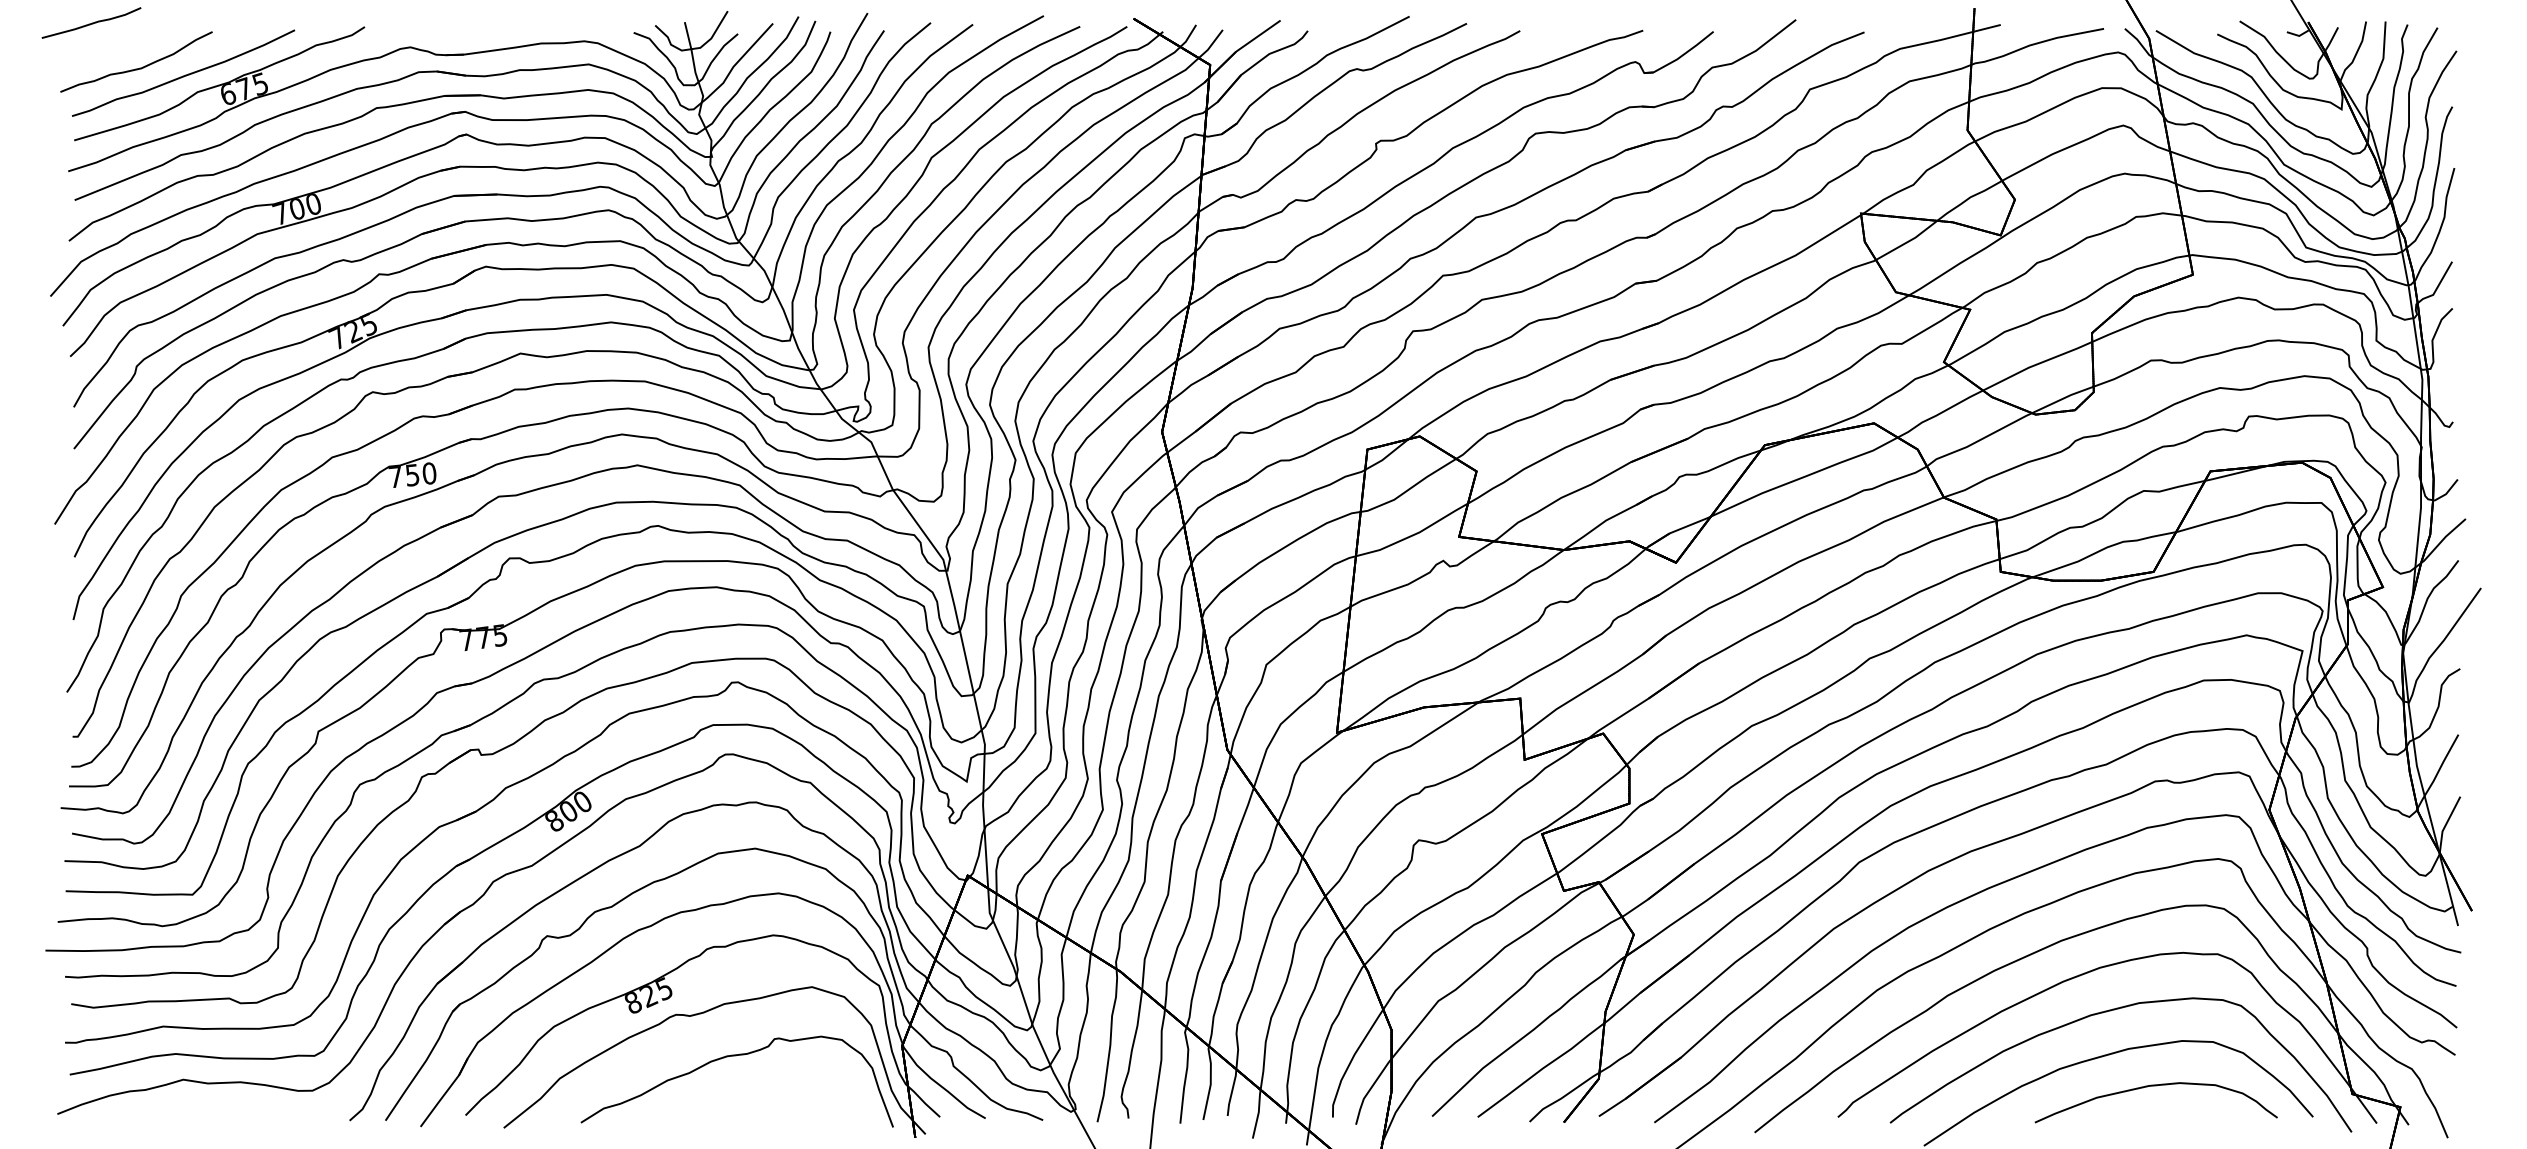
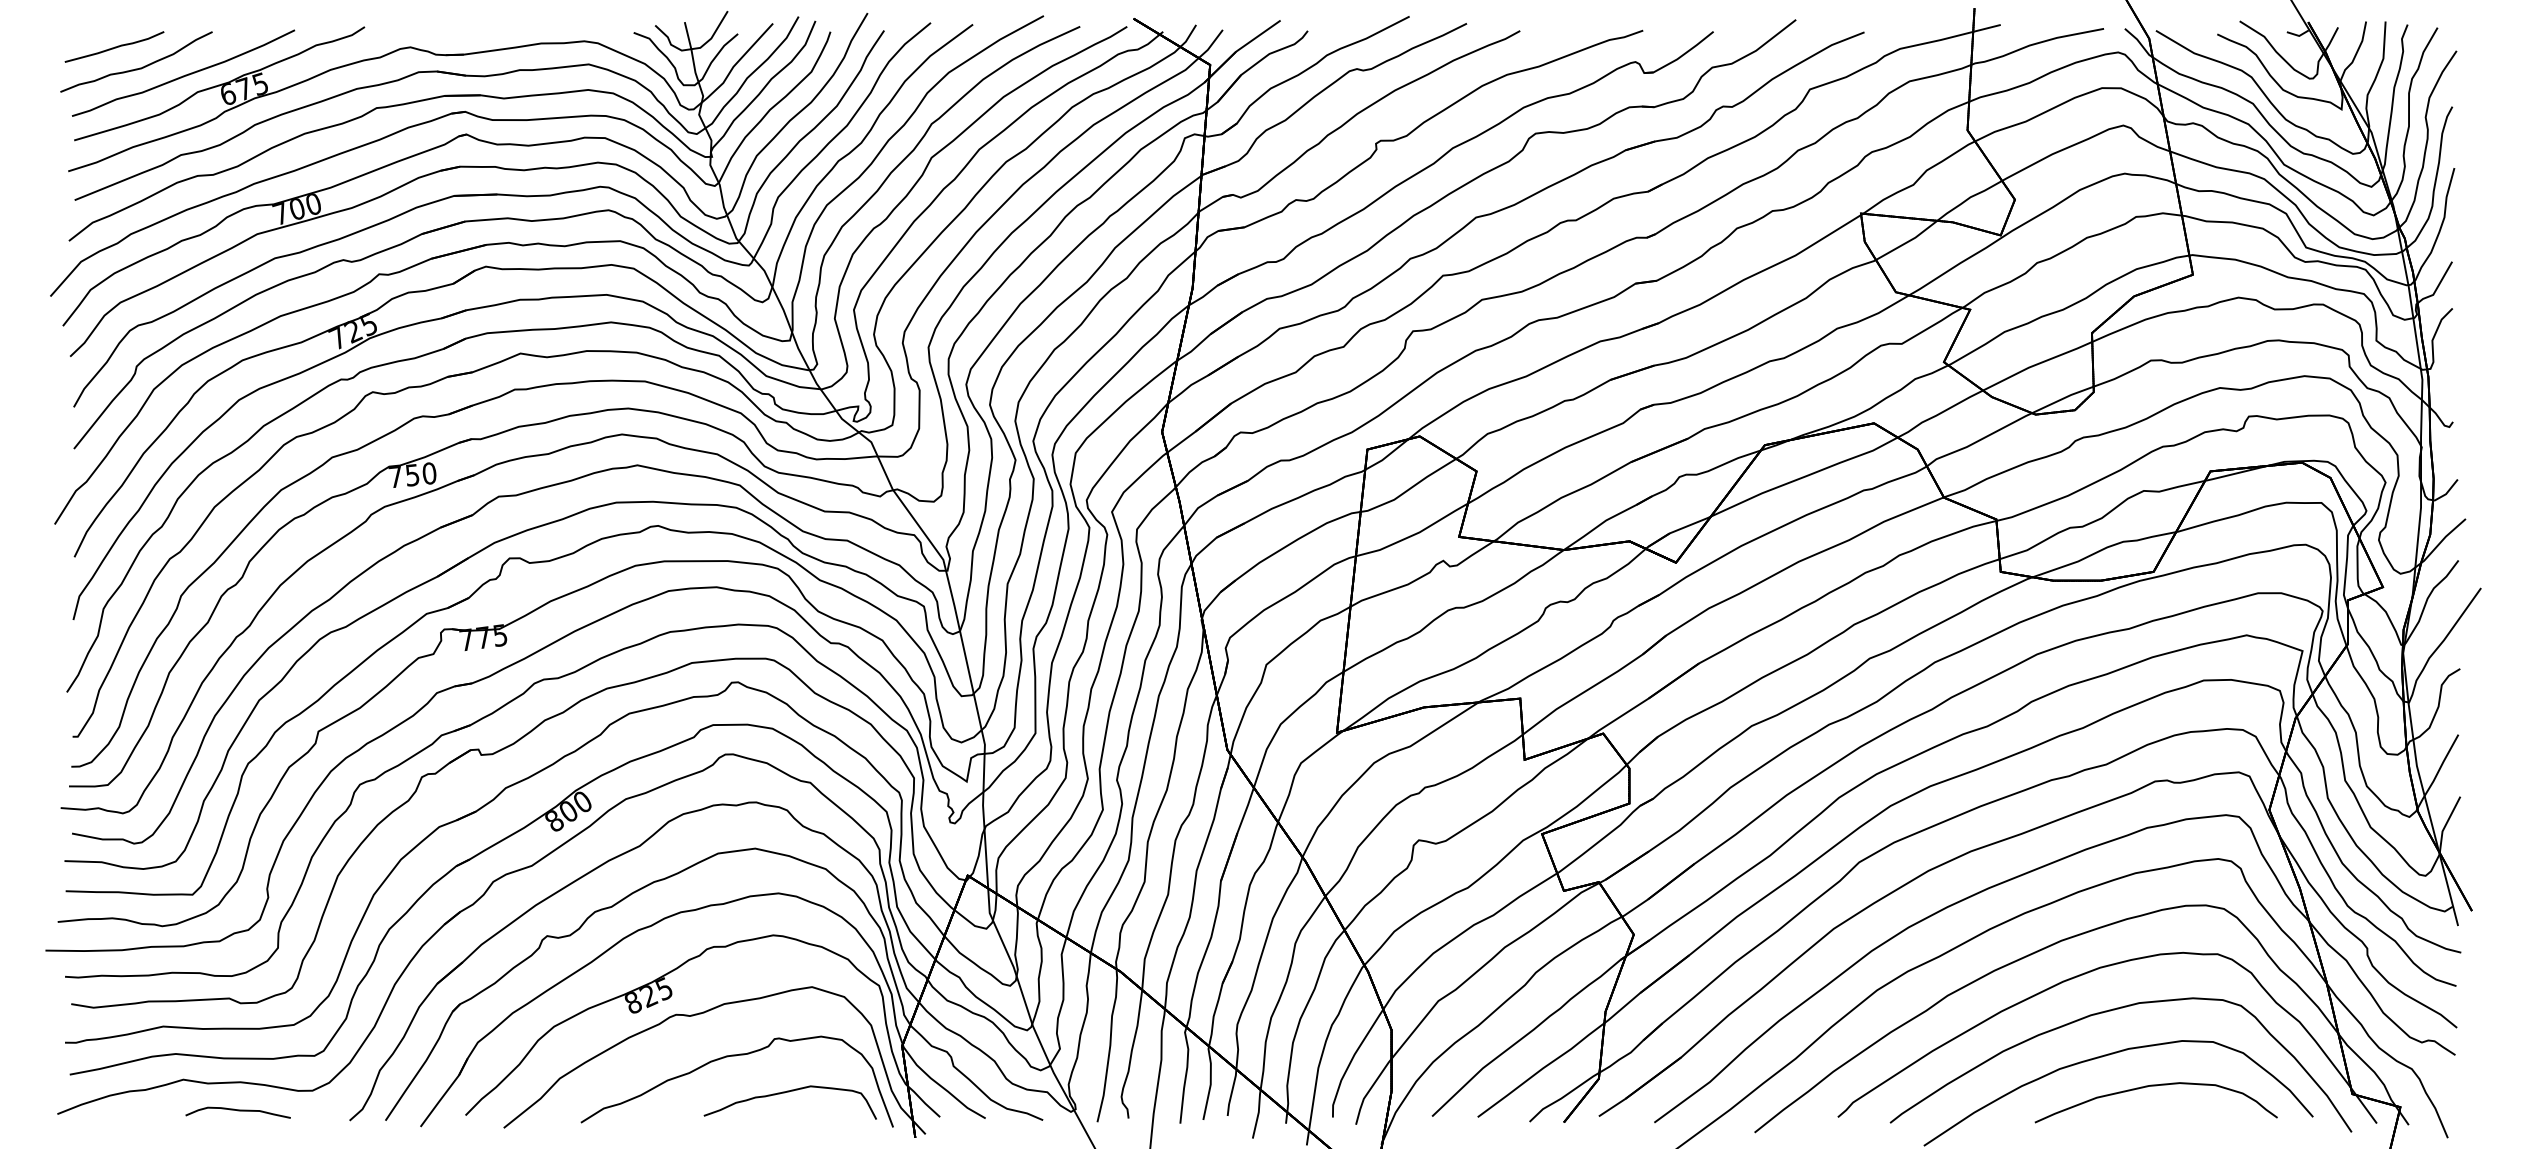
curve at (91, 22) position: (91, 22) -> (114, 46)
curve at (789, 1092): none -> present
curve at (237, 1111): none -> present
